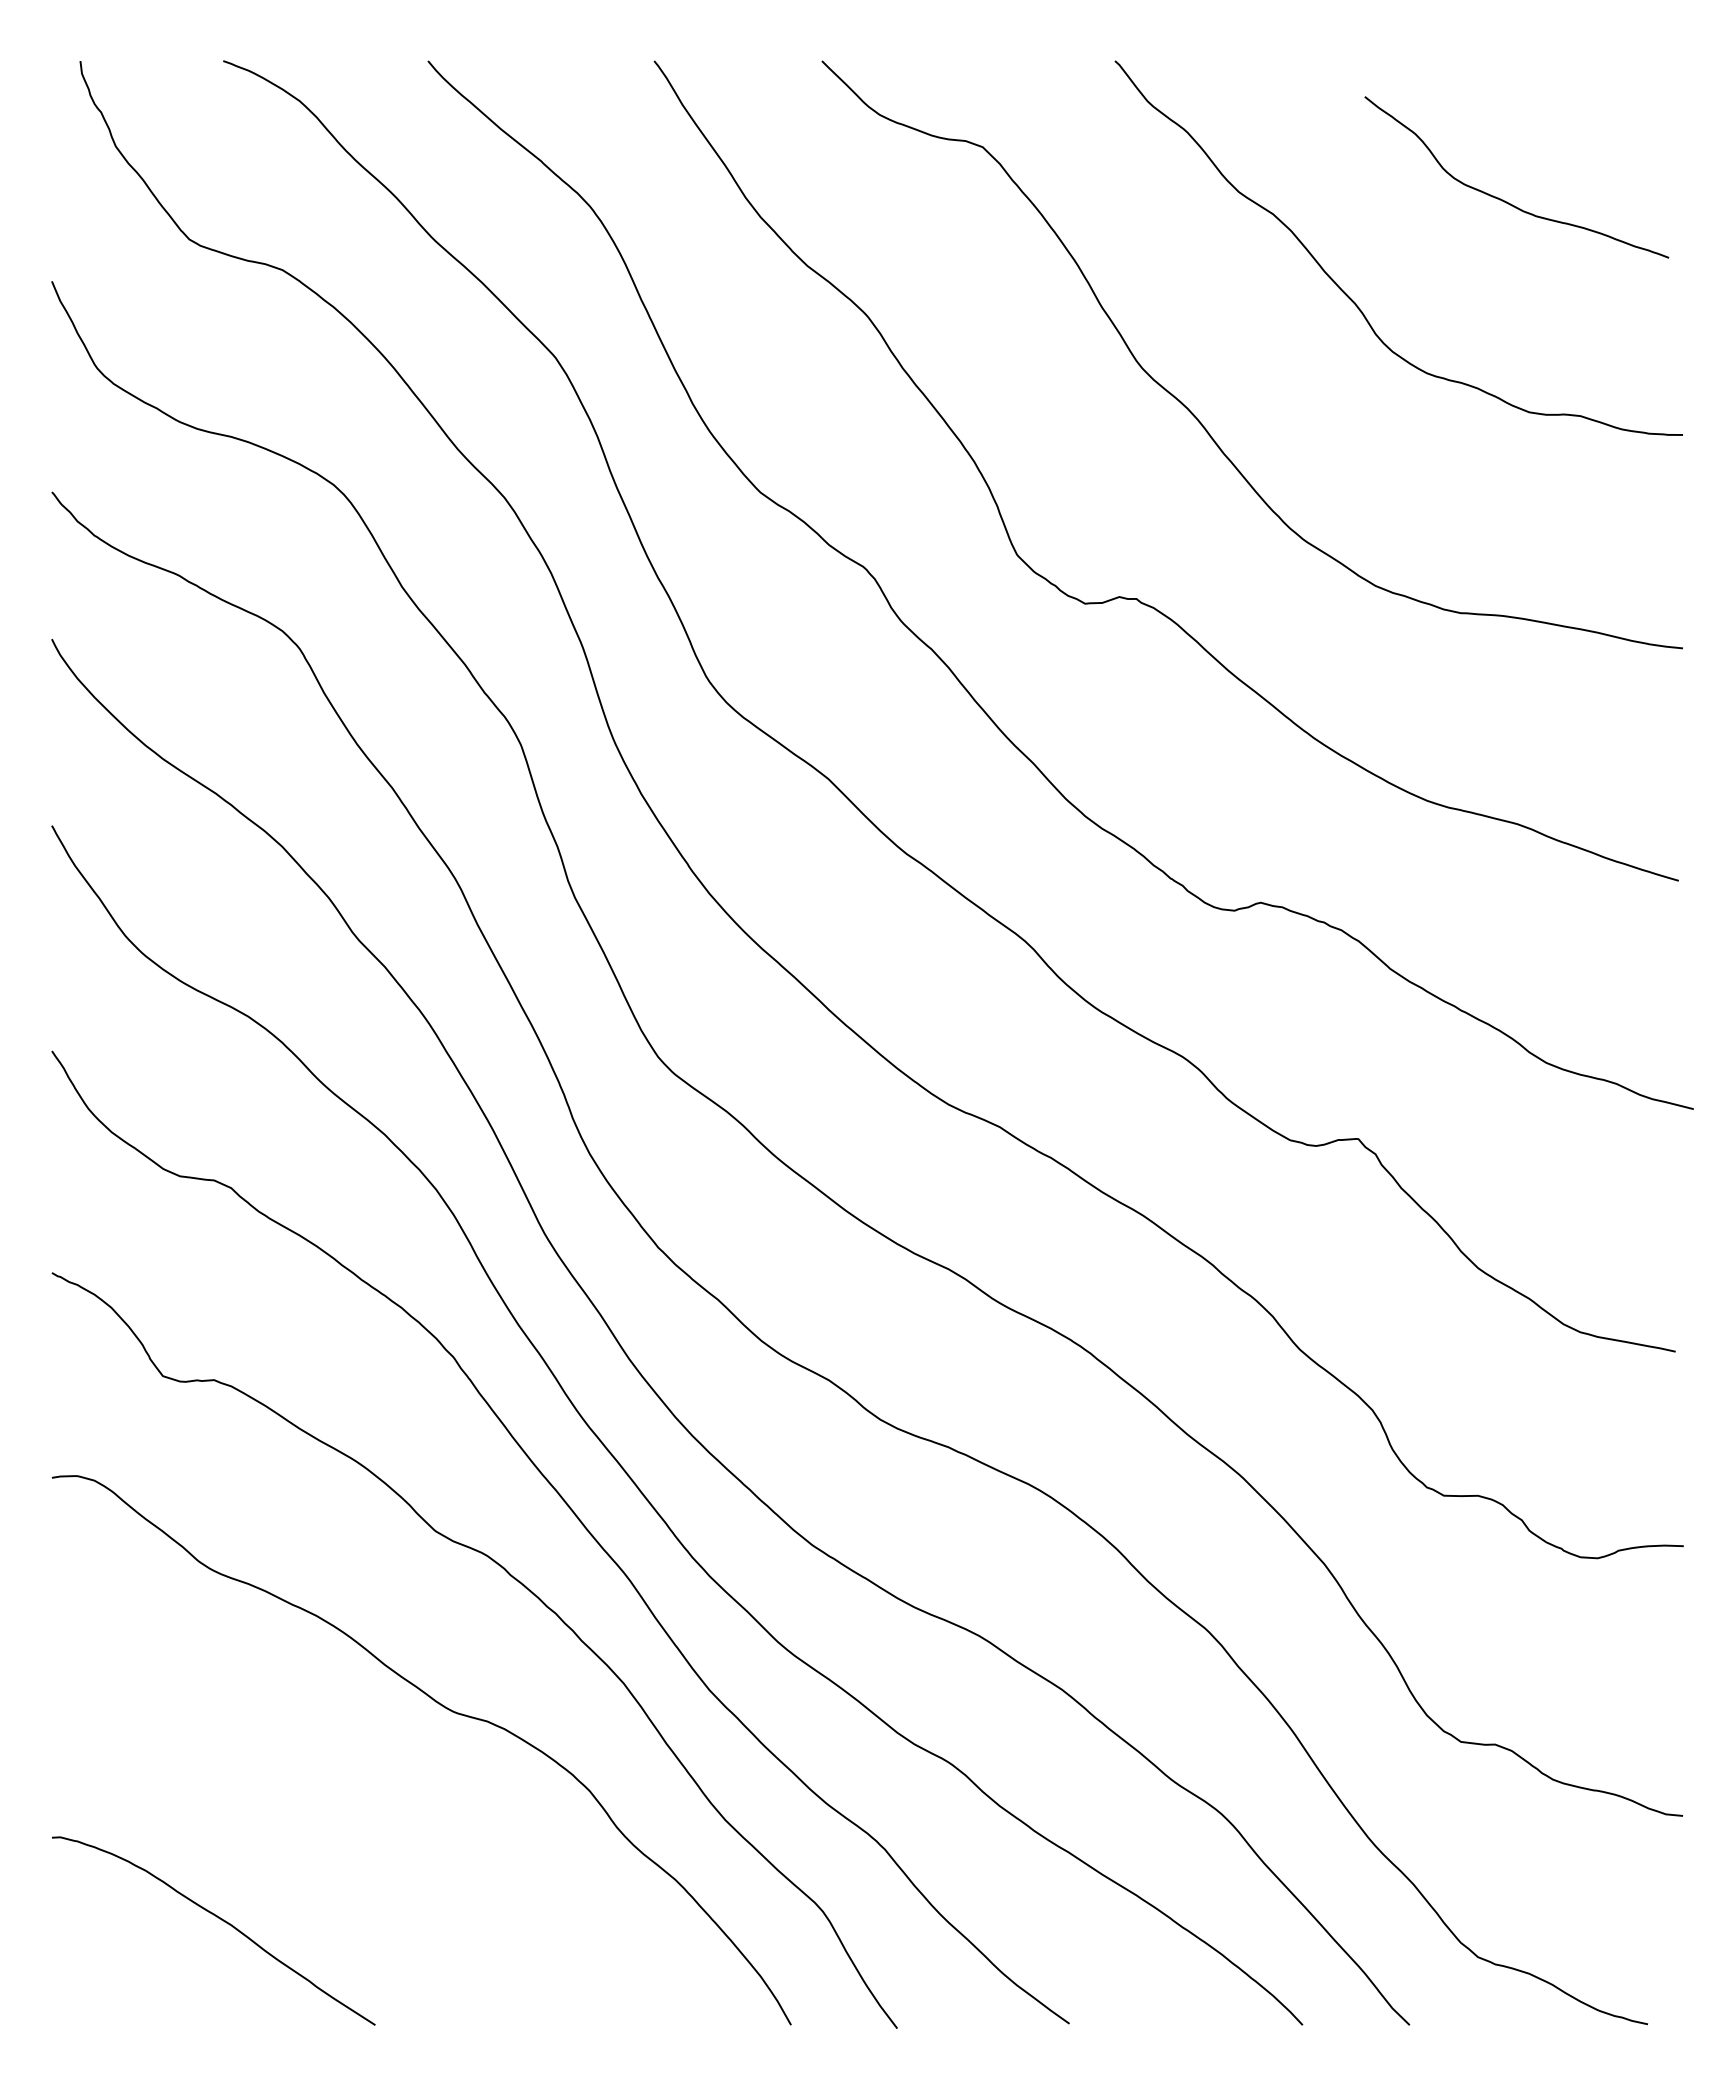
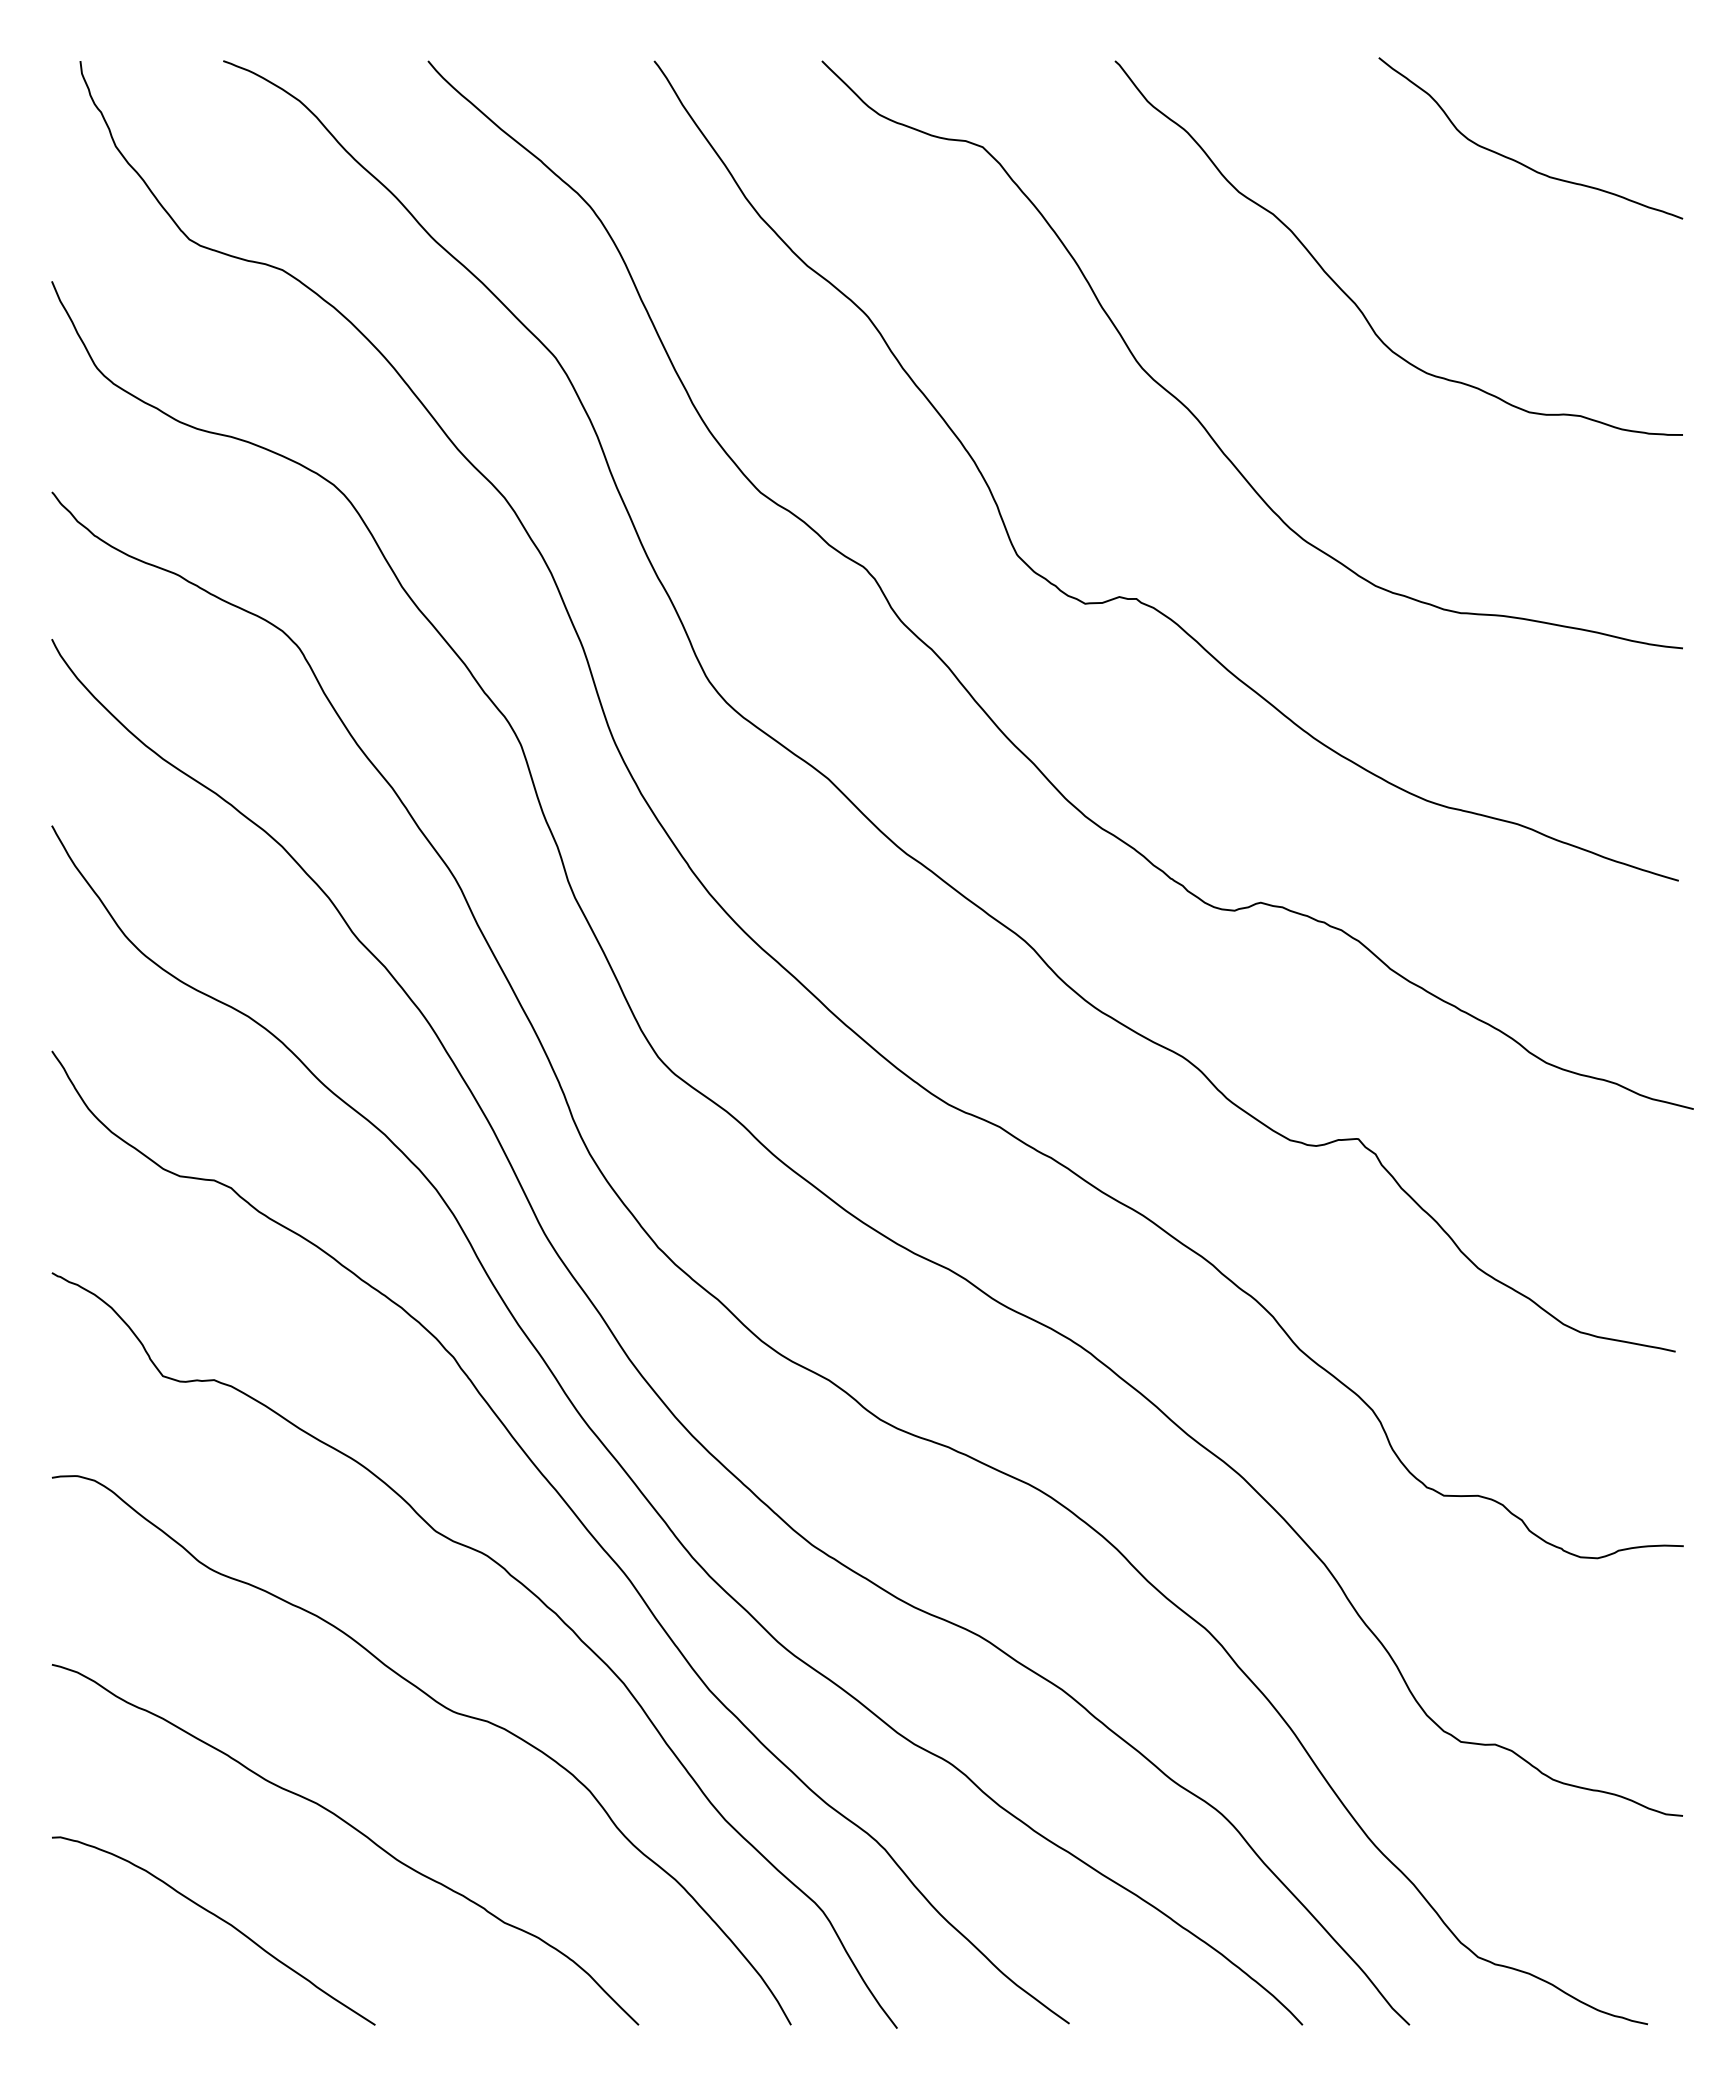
curve at (1505, 200) position: (1505, 200) -> (1519, 161)
curve at (355, 1830): none -> present
